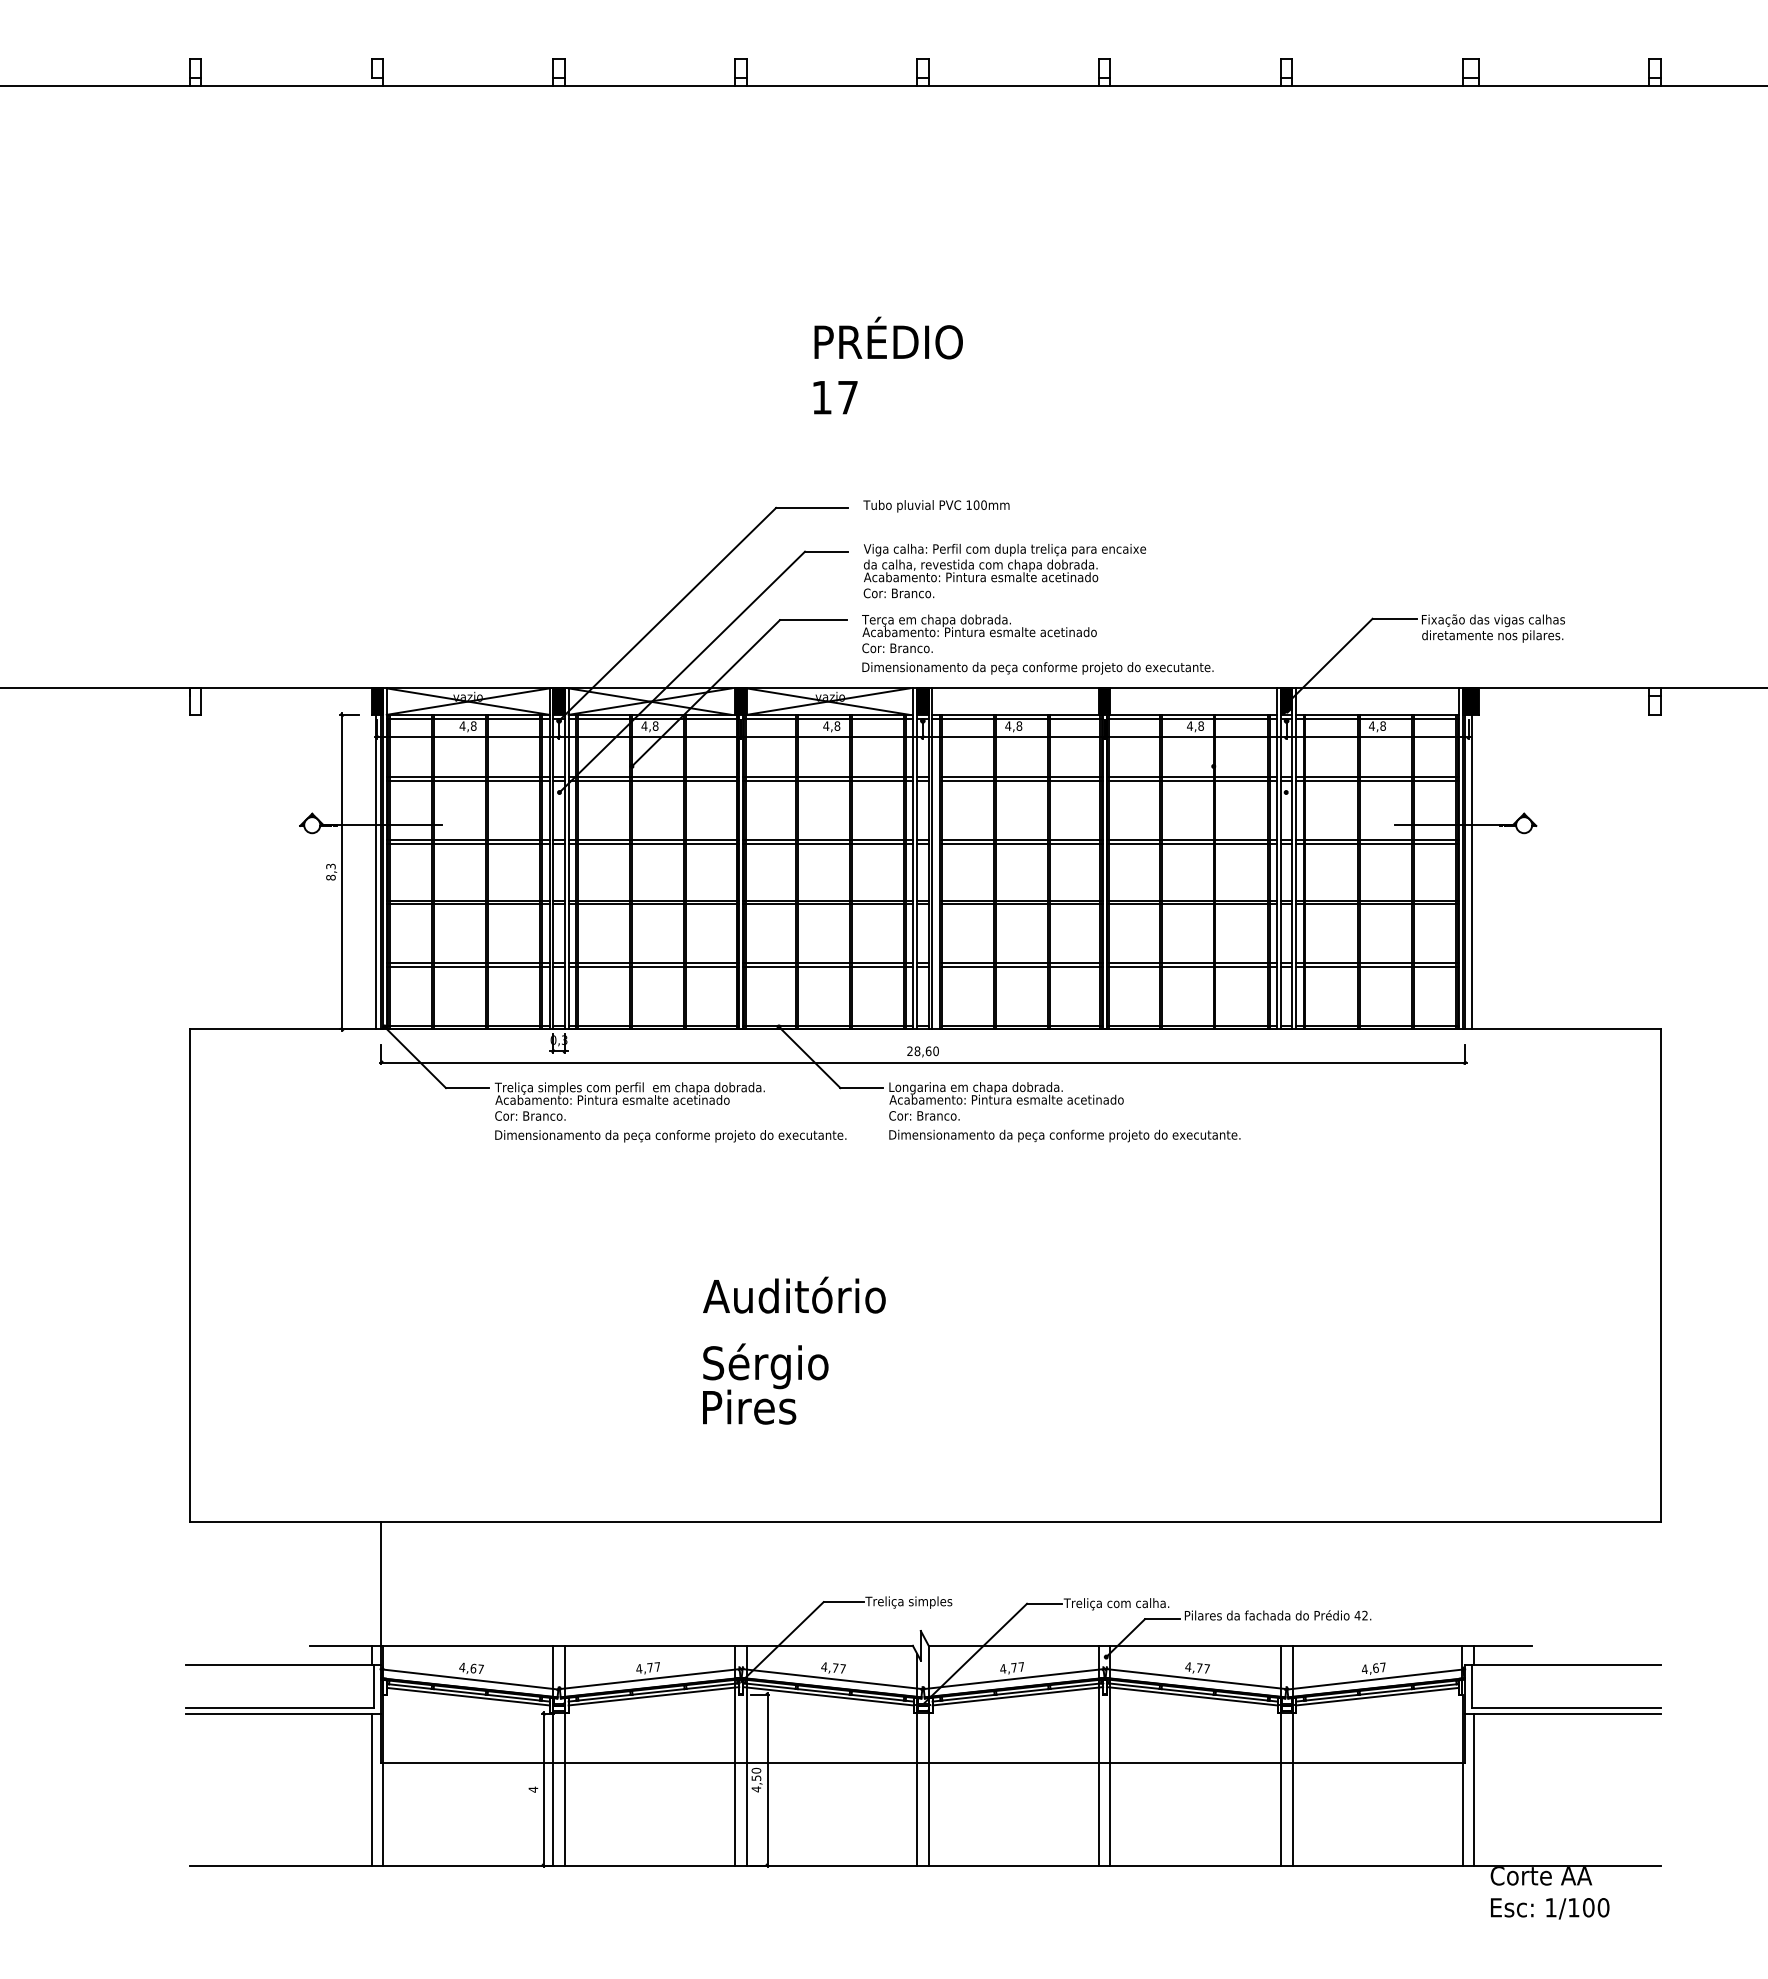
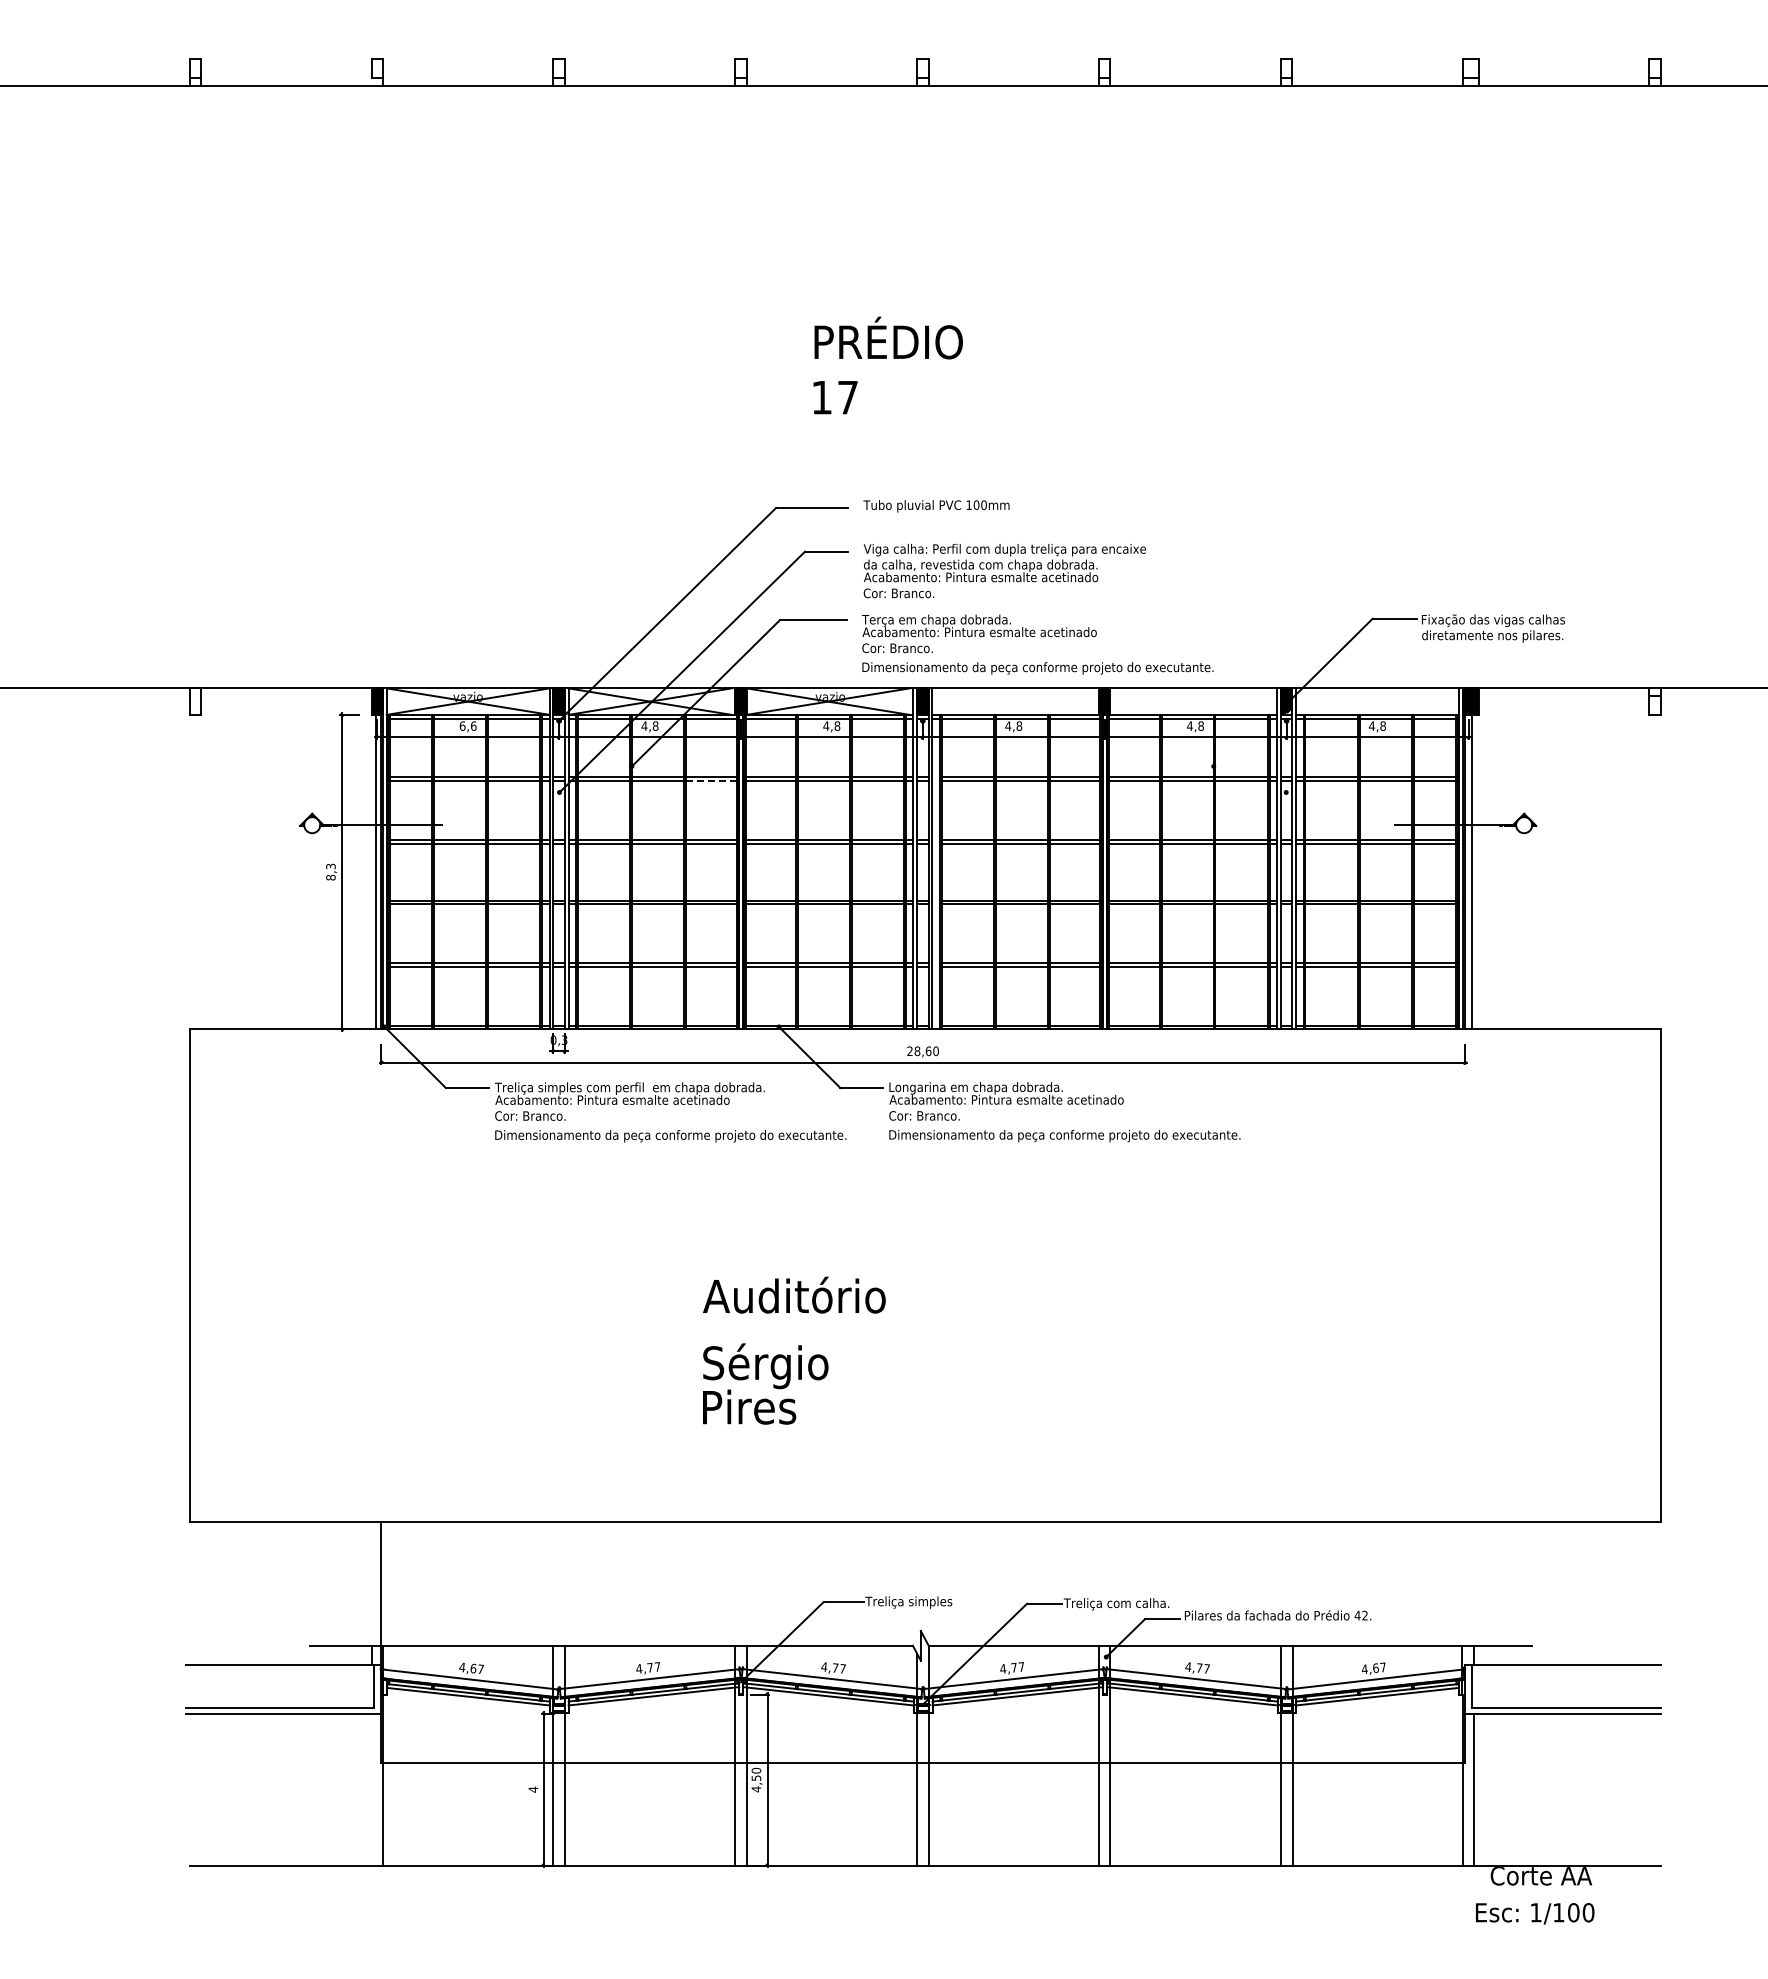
text at (467, 725): 4,8 -> 6,6
line at (710, 781): solid -> dashed
line at (372, 1789): present -> none
text at (1550, 1908) position: (1550, 1908) -> (1535, 1913)
